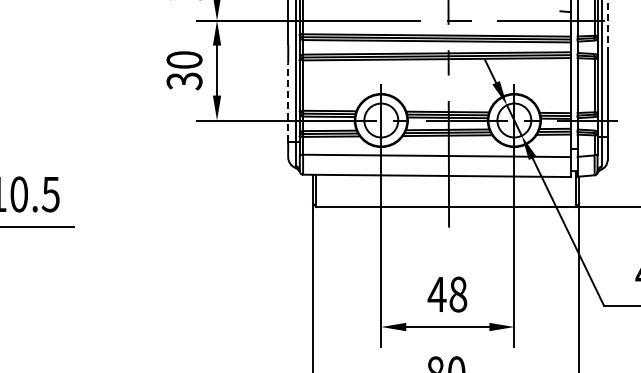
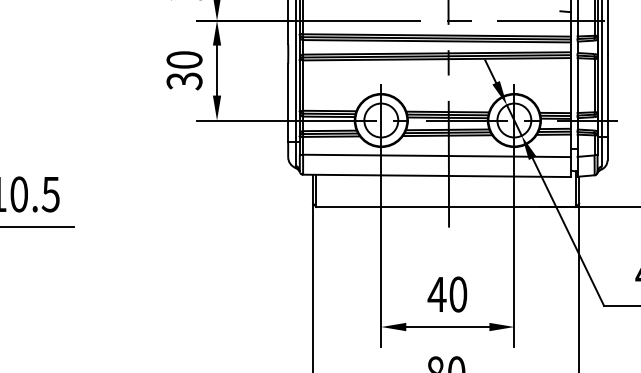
line at (607, 27): dashed -> solid
line at (288, 102): dashed -> solid
text at (458, 294): 48 -> 40
